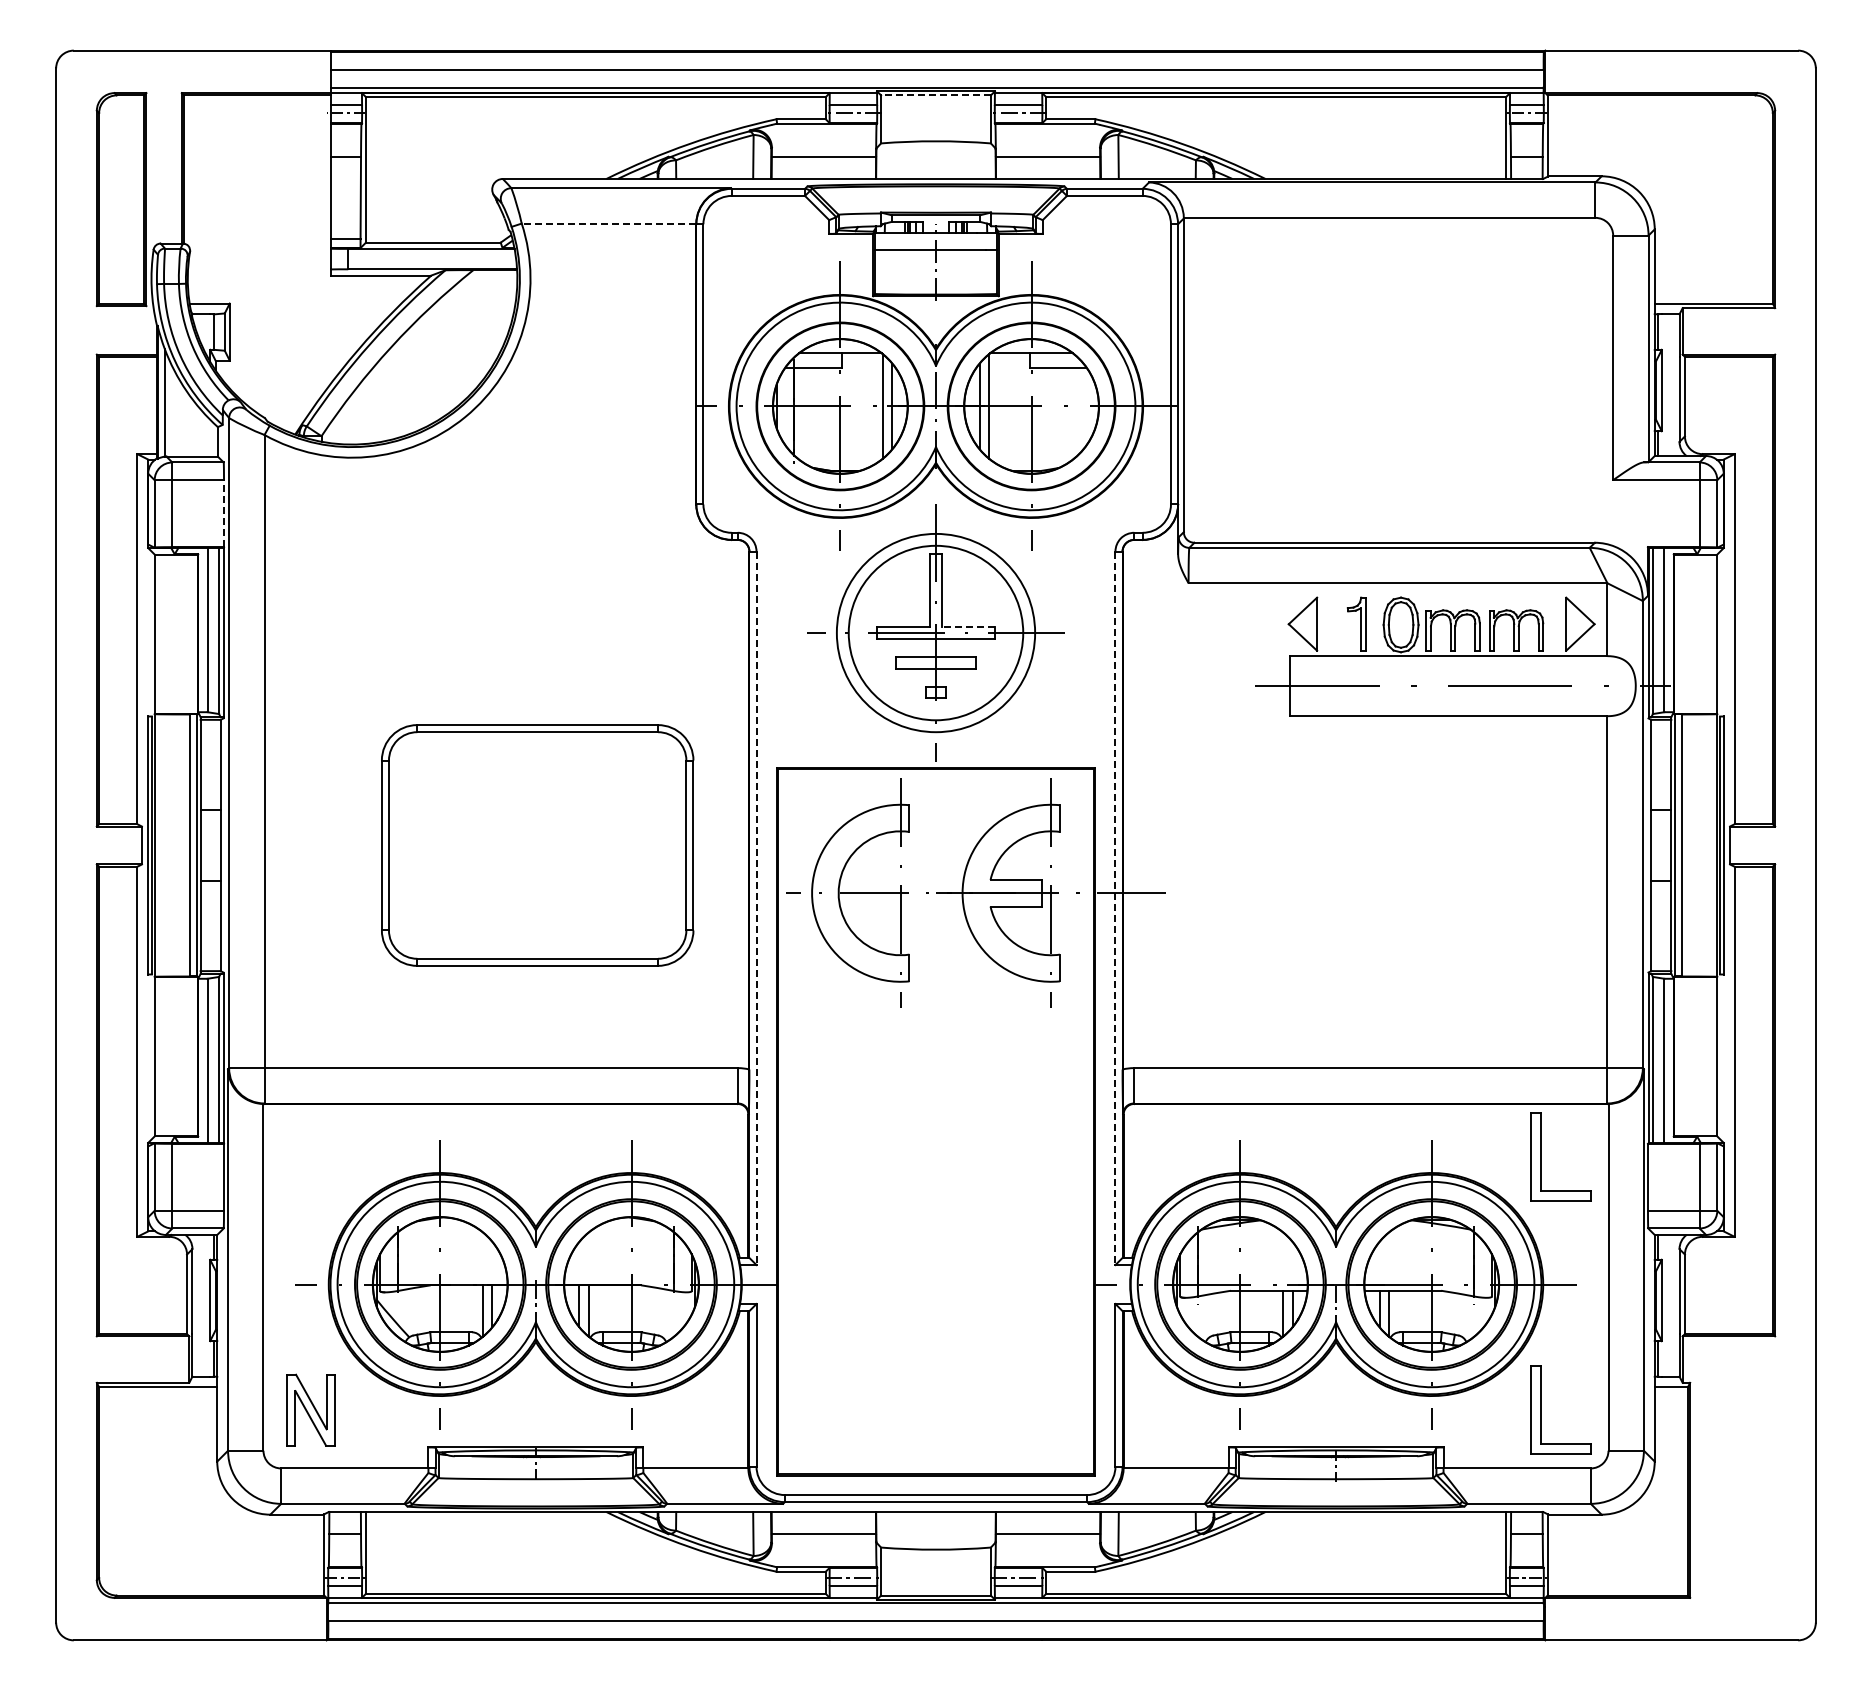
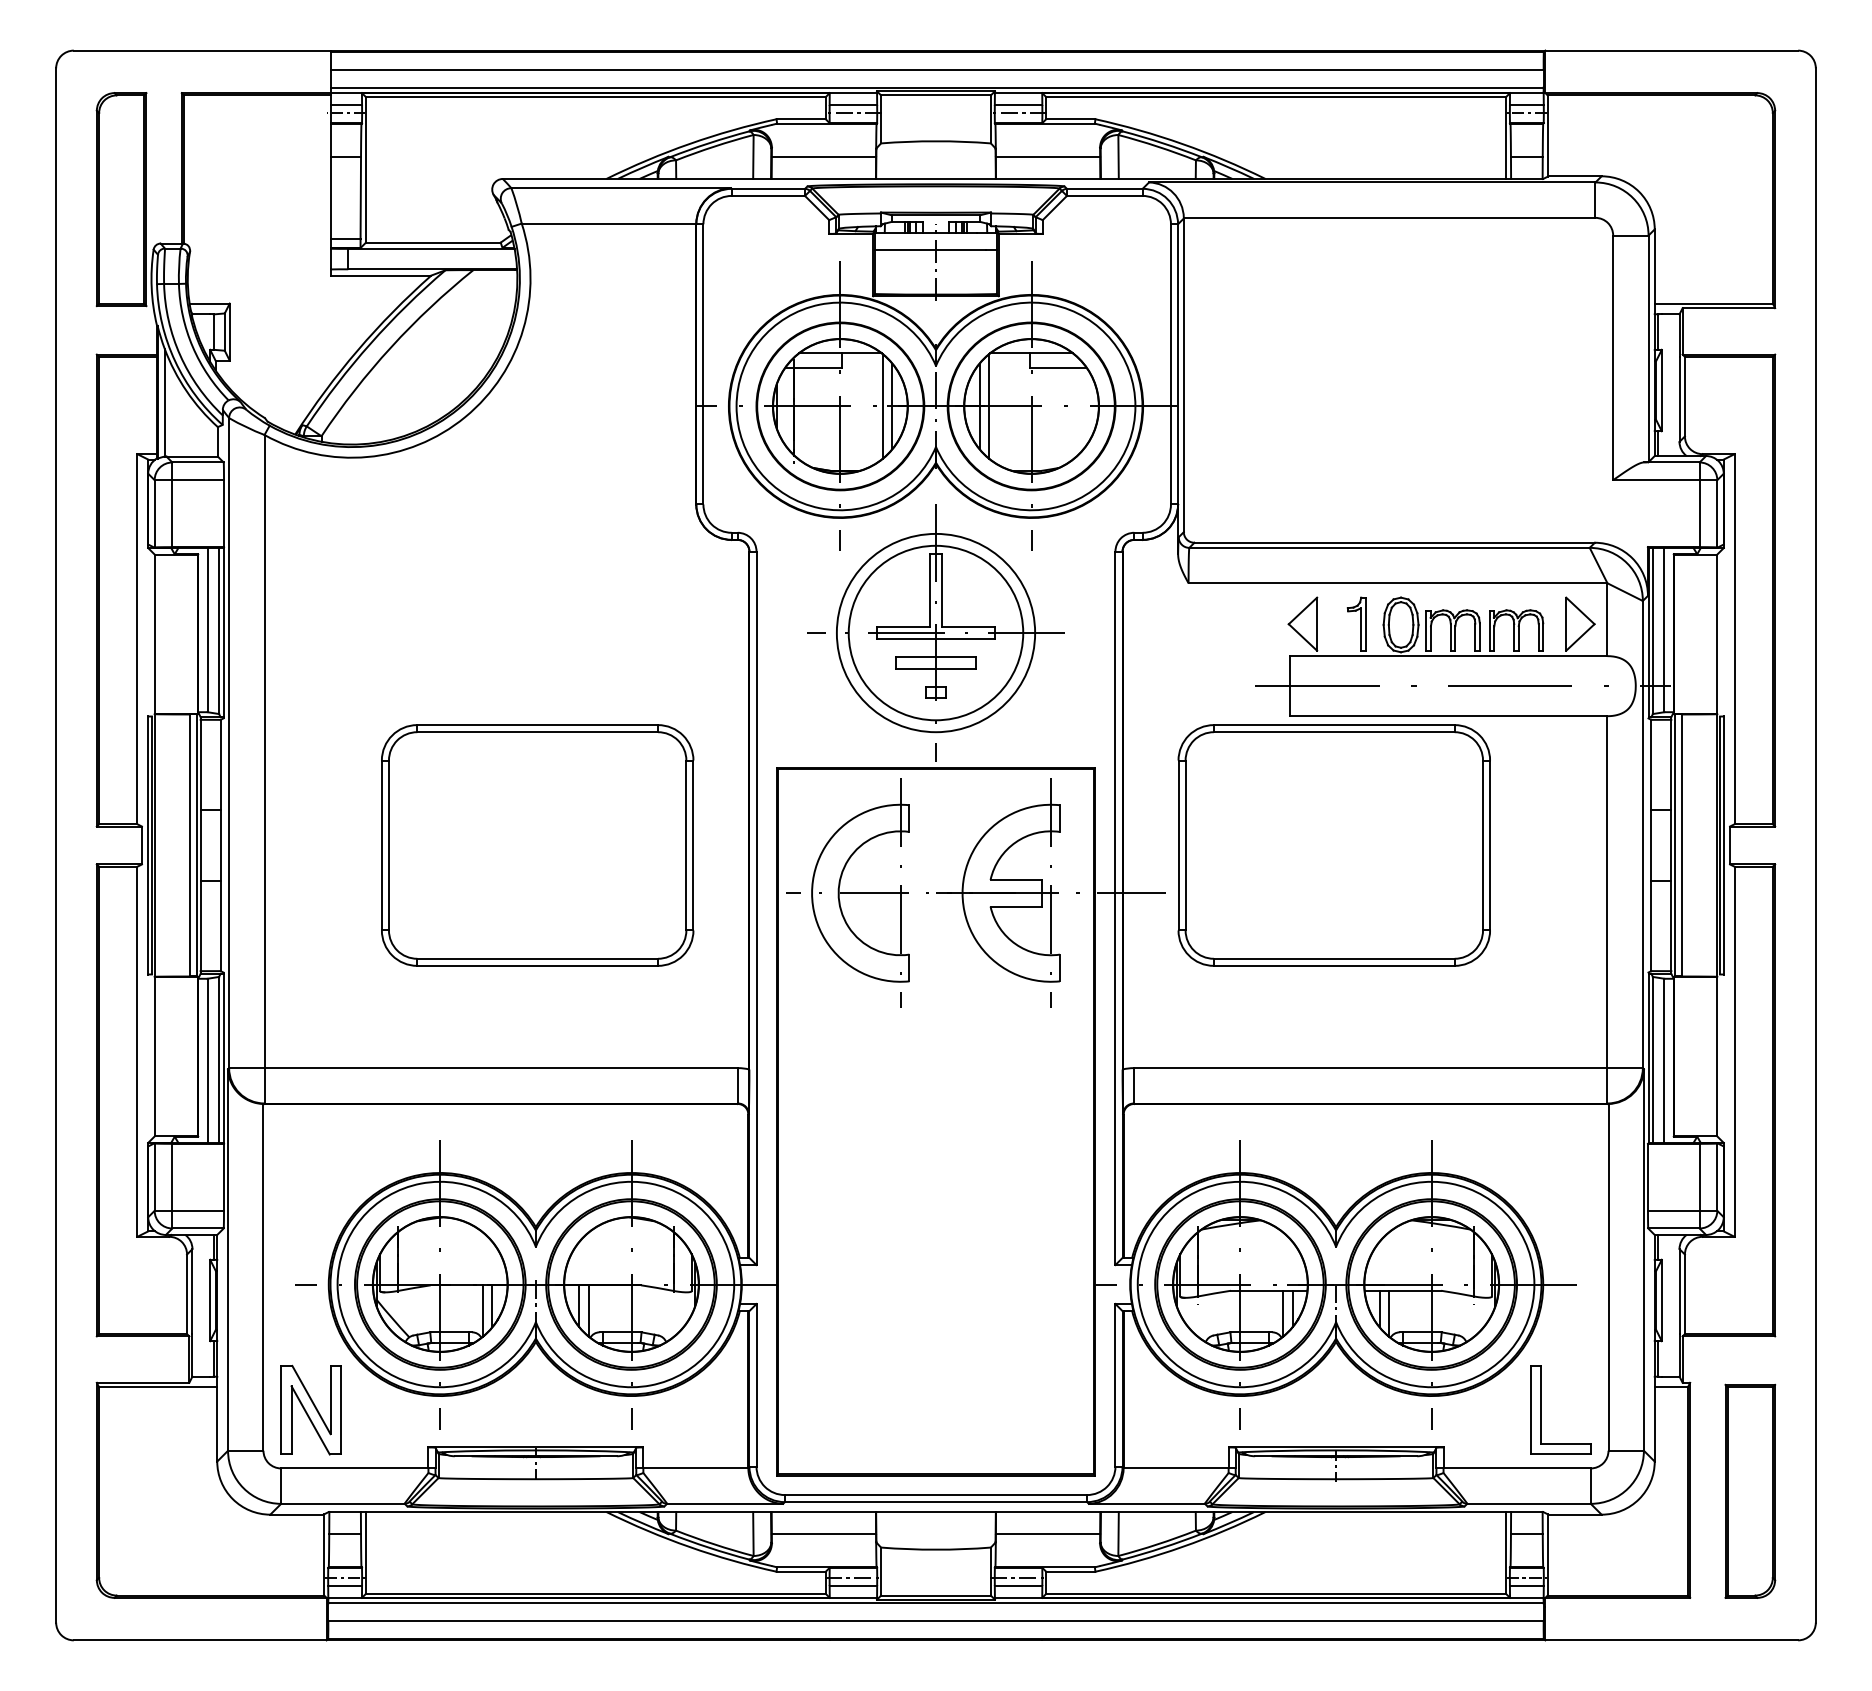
line at (935, 95): dashed -> solid
line at (608, 223): dashed -> solid
line at (224, 513): dashed -> solid
line at (968, 627): dashed -> solid
part at (1333, 845): none -> present
line at (756, 908): dashed -> solid
line at (1115, 908): dashed -> solid
part at (1541, 1156): present -> none
part at (310, 1409) size: 50x74 px -> 62x92 px
part at (1750, 1490): none -> present
